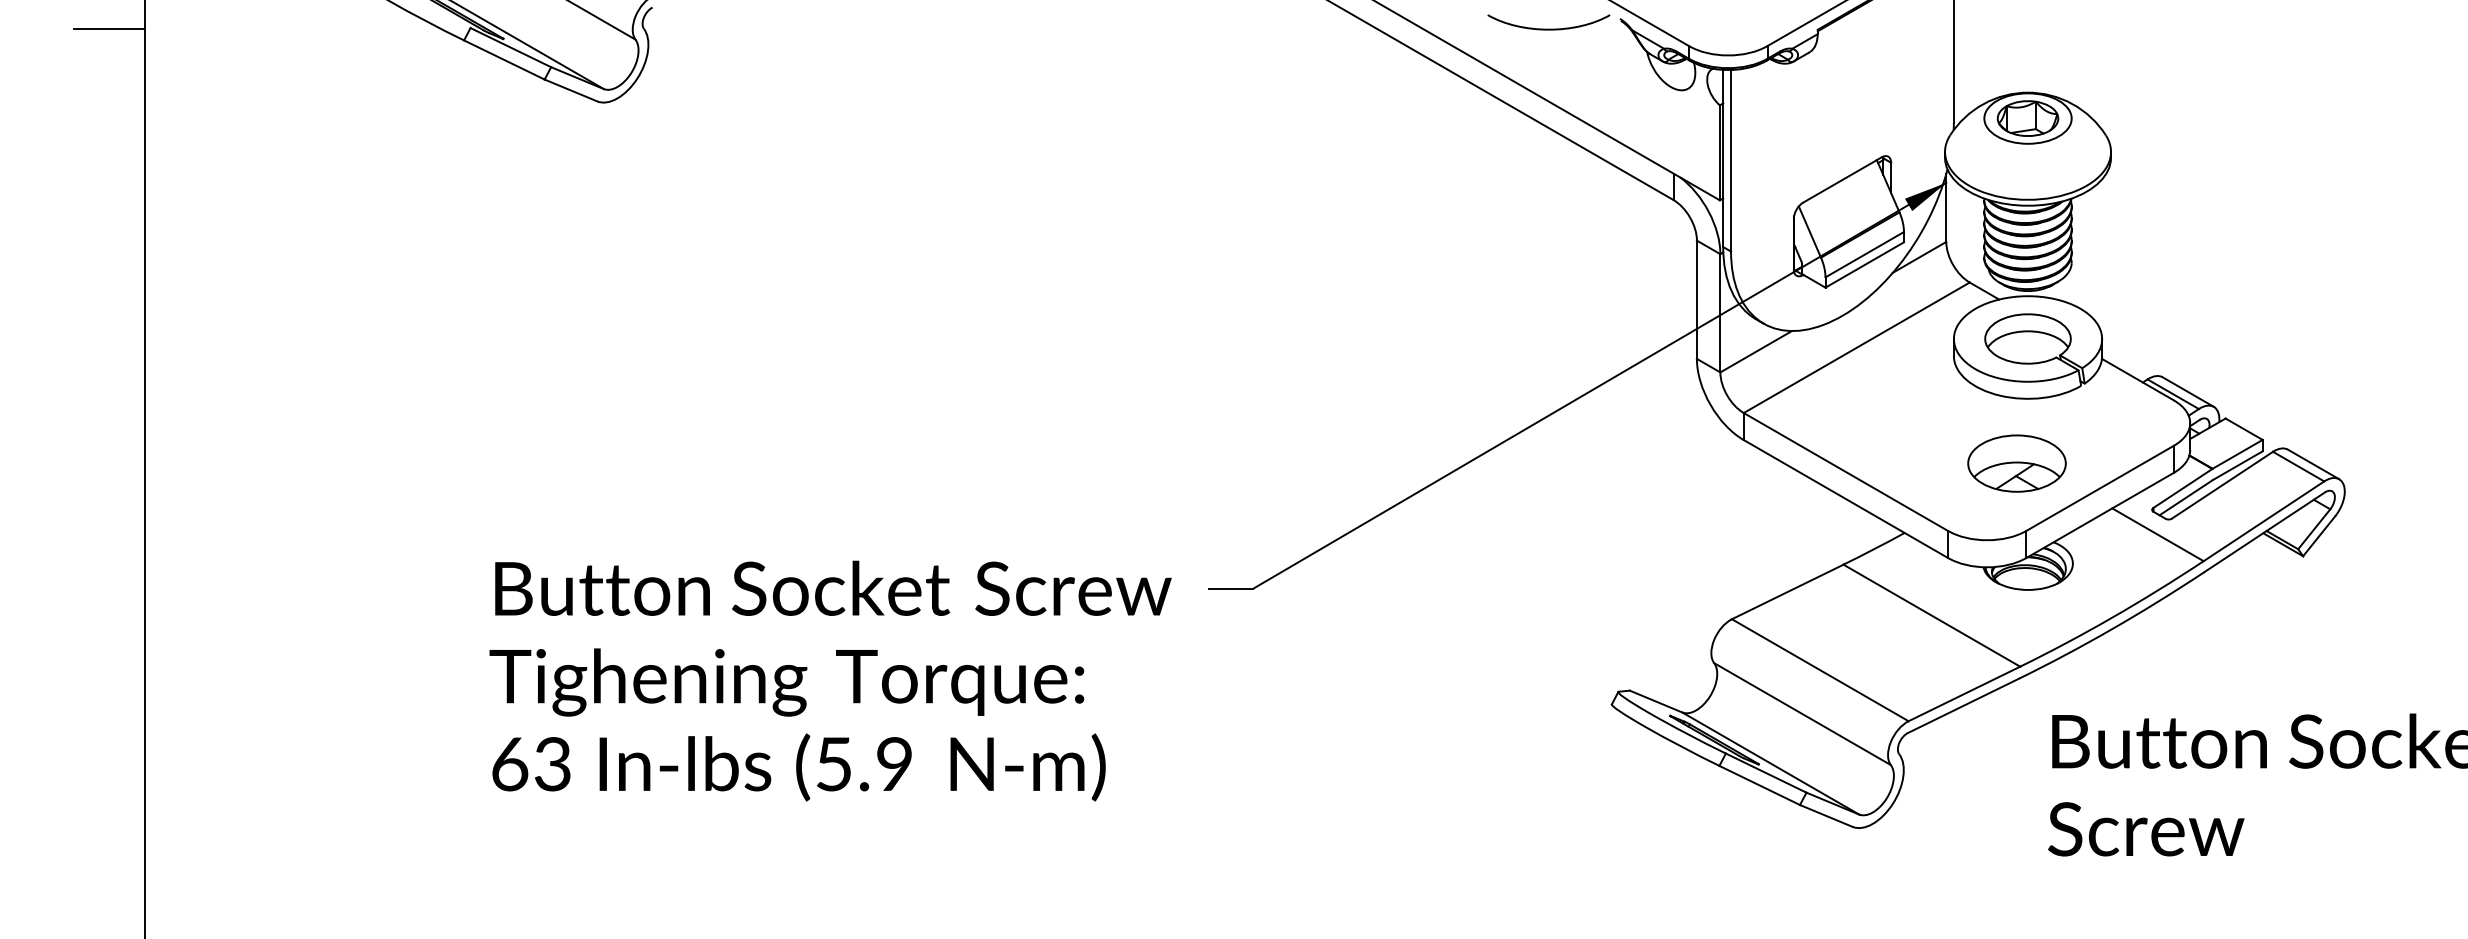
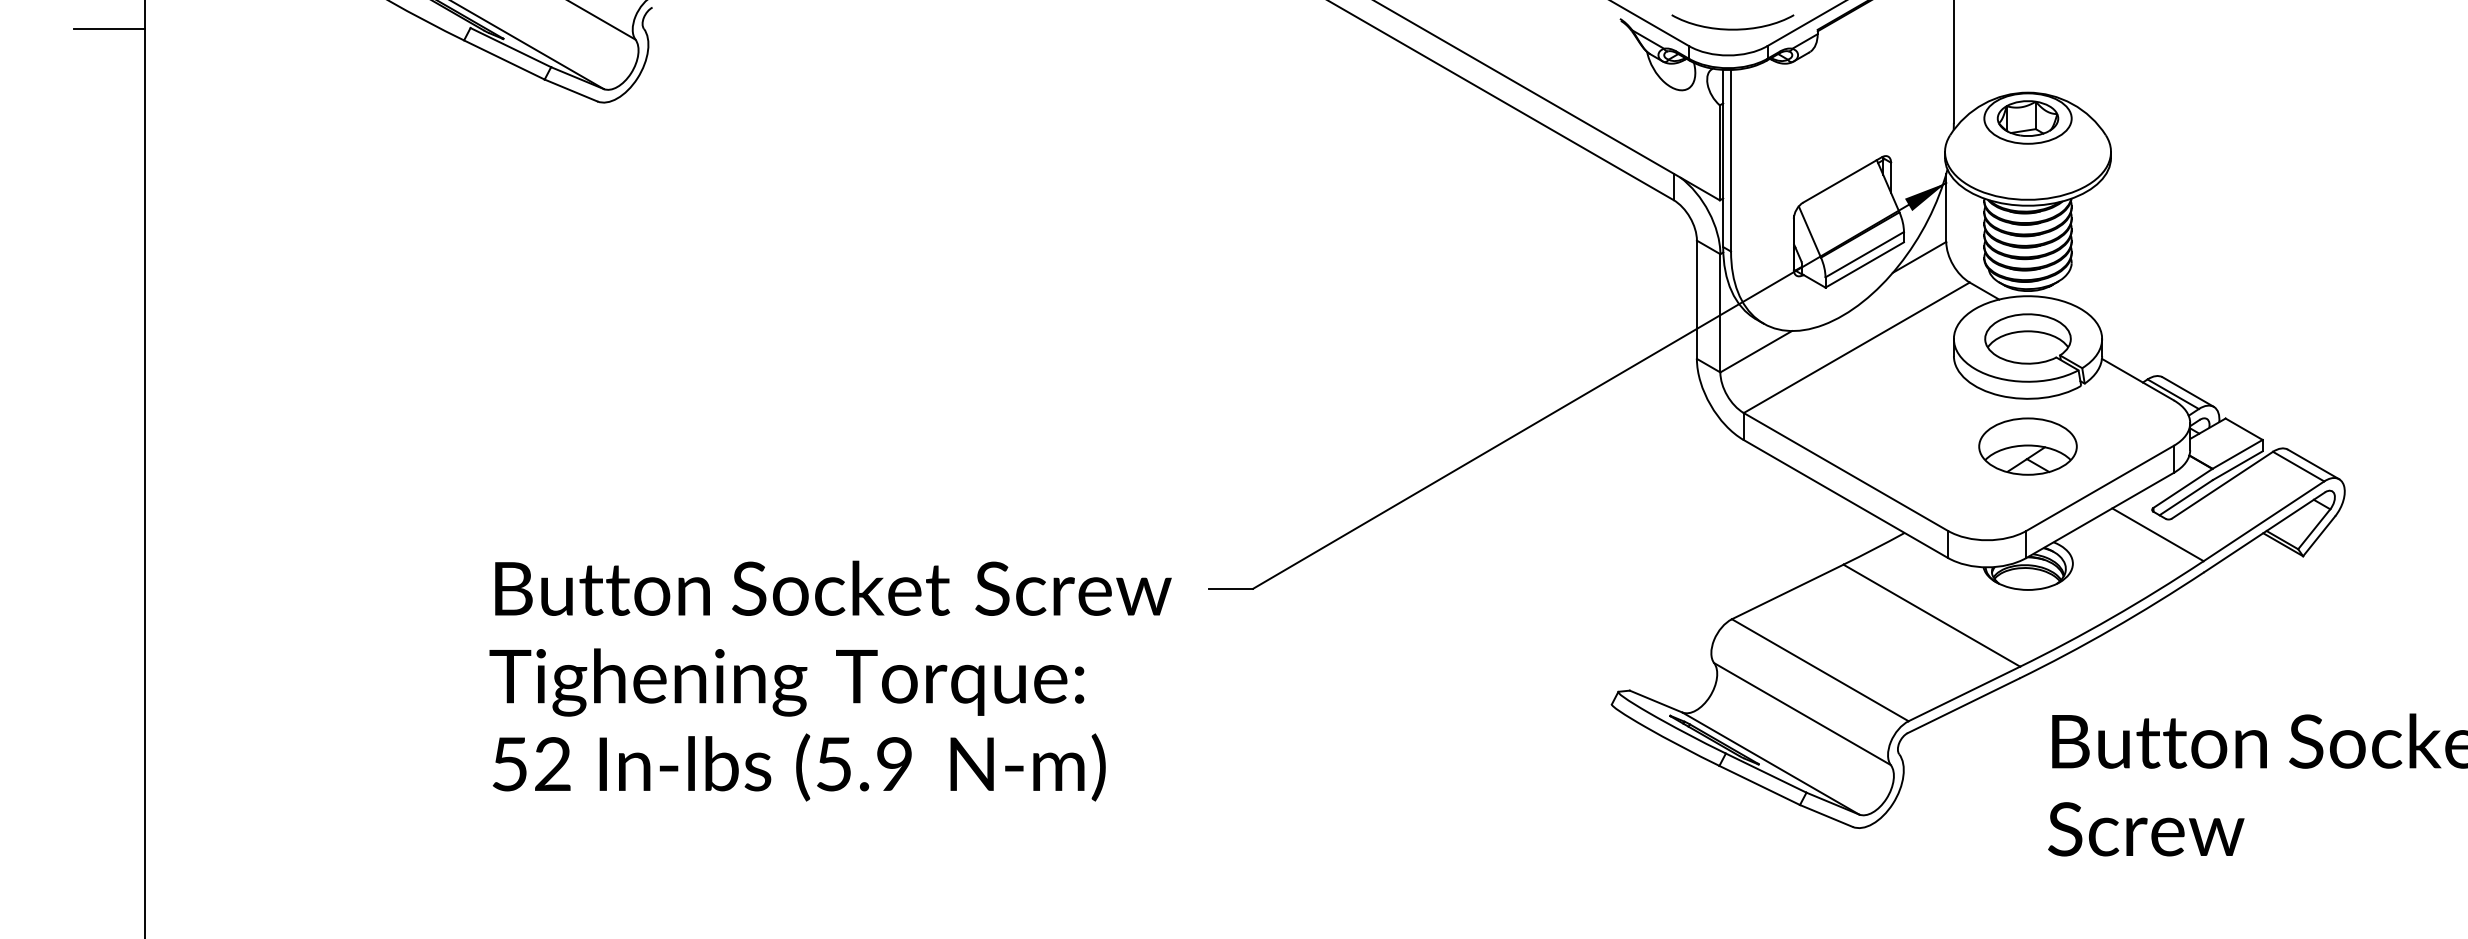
curve at (1548, 28) position: (1548, 28) -> (1732, 28)
part at (2016, 463) position: (2016, 463) -> (2027, 446)
text at (531, 764): 63 -> 52
